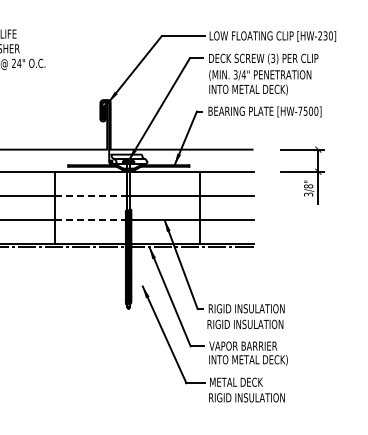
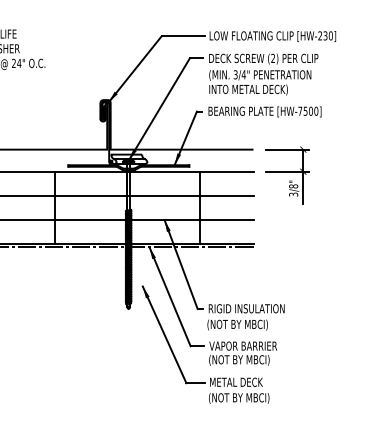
text at (273, 58): (3) -> (2)
part at (302, 175) position: (302, 175) -> (287, 175)
line at (91, 195): dashed -> solid
line at (91, 220): dashed -> solid
text at (245, 324): RIGID INSULATION -> (NOT BY MBCI)
text at (248, 360): INTO METAL DECK) -> (NOT BY MBCI)
text at (246, 398): RIGID INSULATION -> (NOT BY MBCI)
